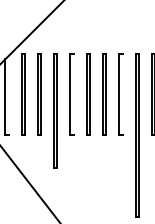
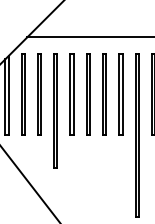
line at (89, 37): none -> present
line at (73, 94): none -> present
line at (122, 94): none -> present
line at (8, 95): none -> present
